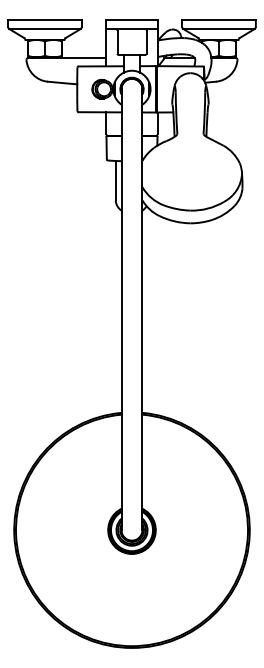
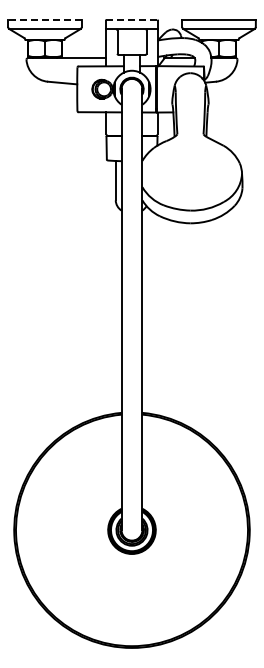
line at (44, 20): solid -> dashed
line at (132, 20): solid -> dashed
